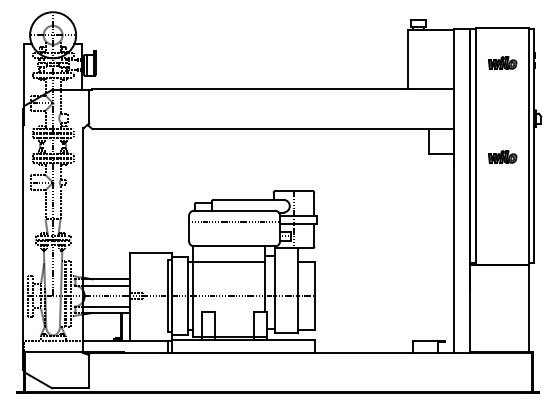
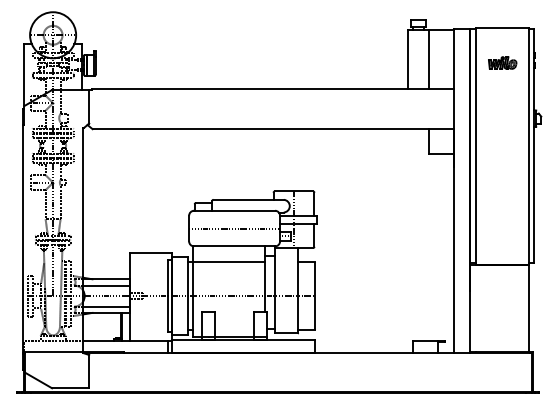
line at (428, 58): none -> present
part at (502, 156): present -> none
line at (234, 221) position: (234, 221) -> (234, 228)
